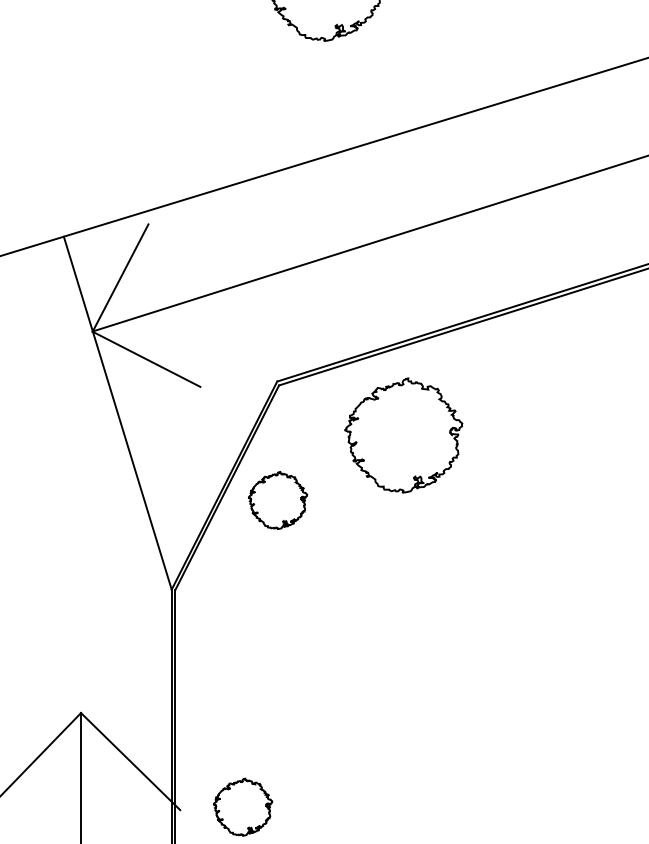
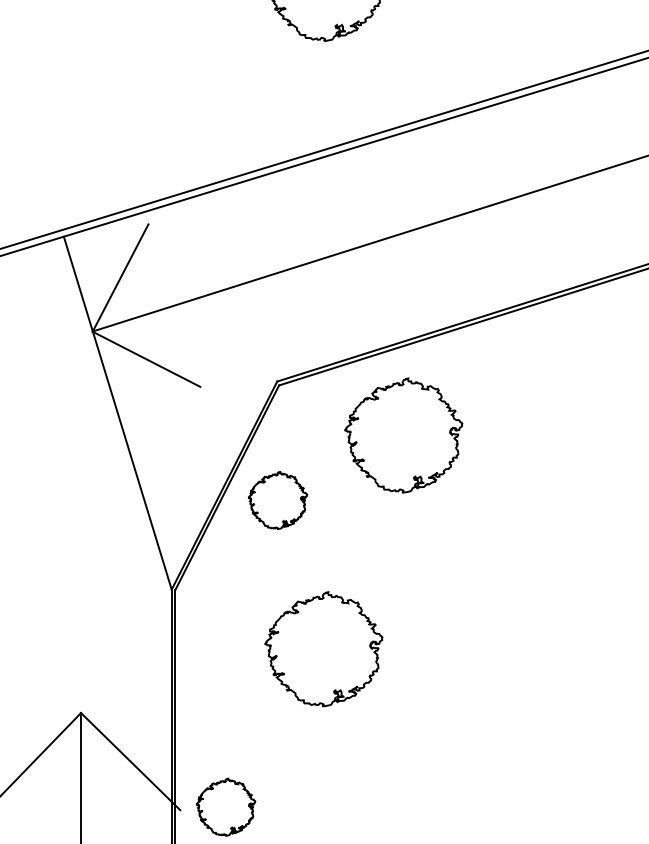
line at (323, 149): none -> present
part at (323, 649): none -> present
part at (243, 806) position: (243, 806) -> (226, 806)
